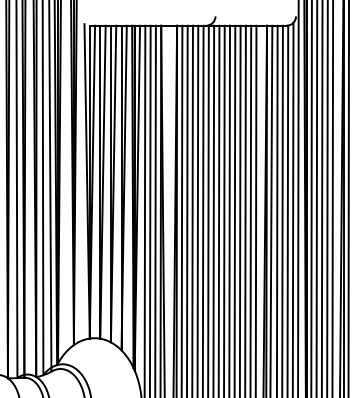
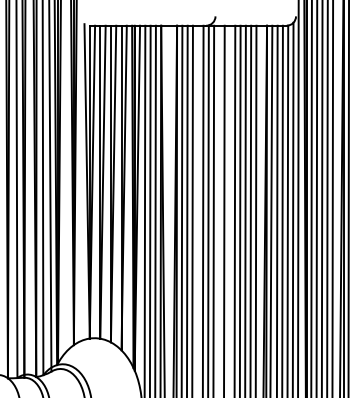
line at (197, 209): present -> none
line at (218, 209): present -> none
line at (229, 209): present -> none
